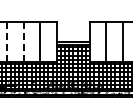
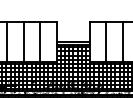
line at (7, 41): dashed -> solid
line at (23, 41): dashed -> solid
